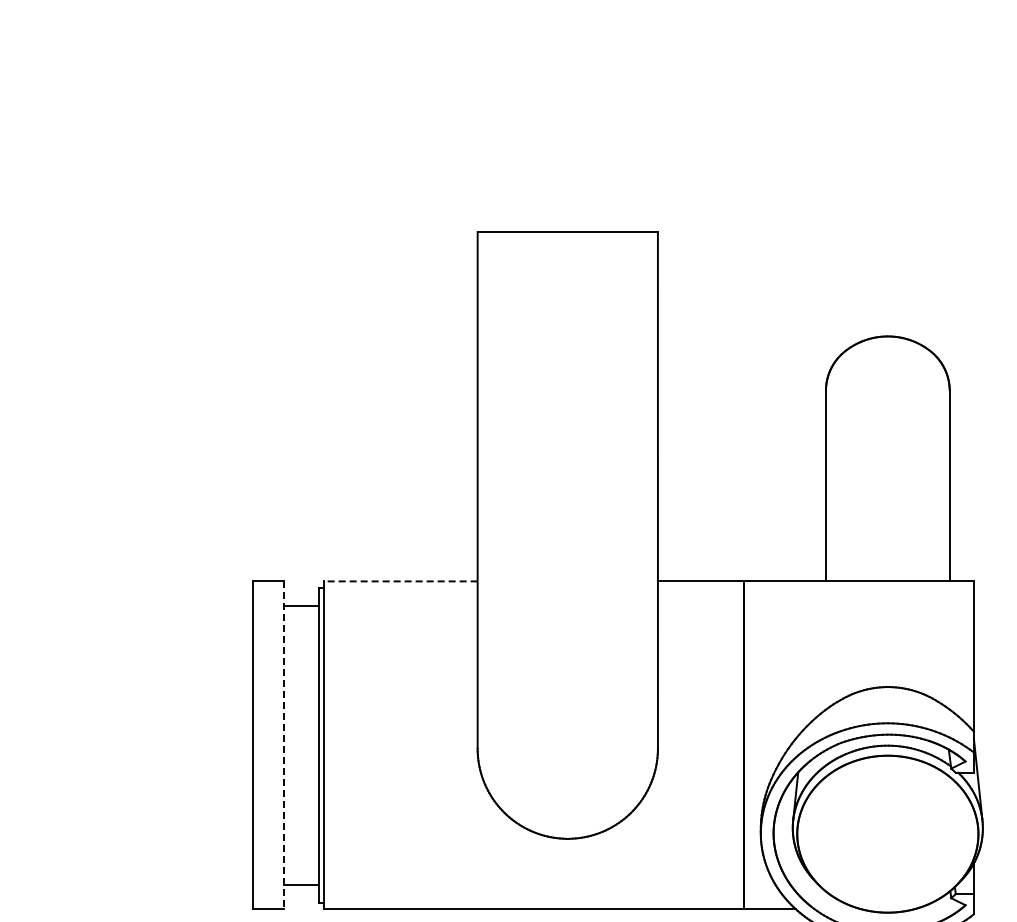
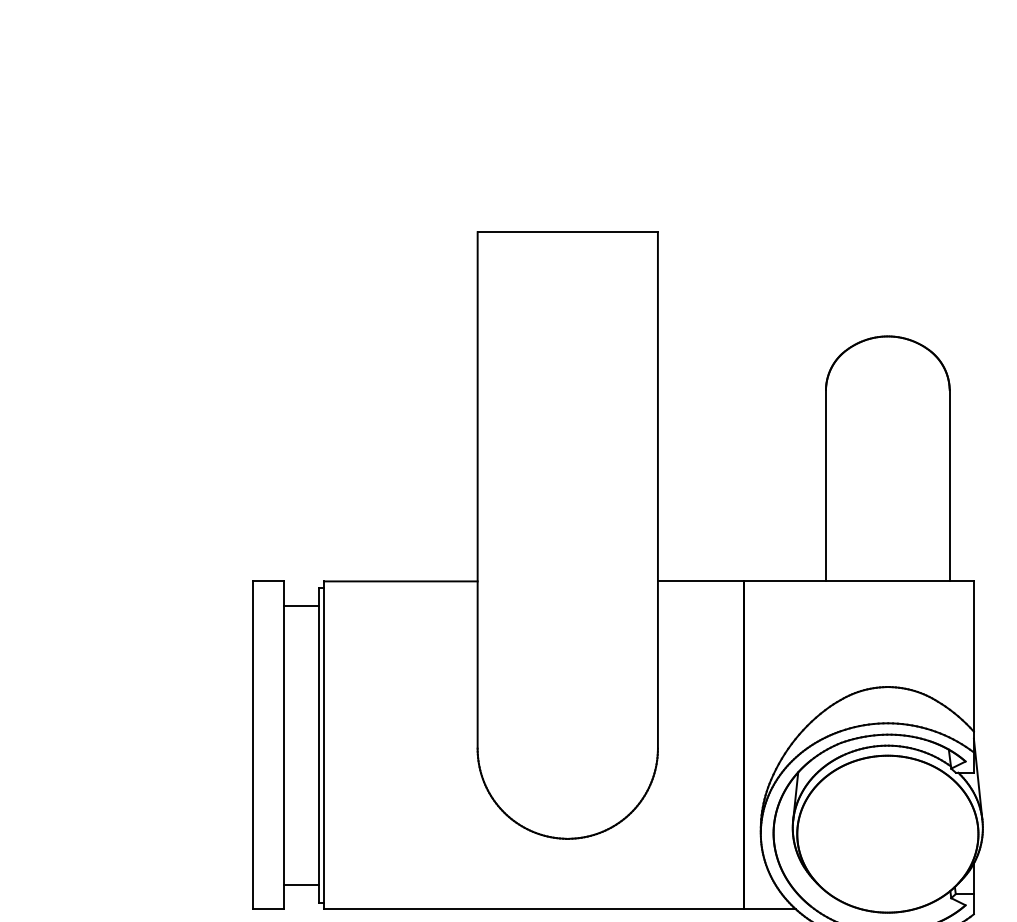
line at (400, 581): dashed -> solid
line at (284, 745): dashed -> solid
